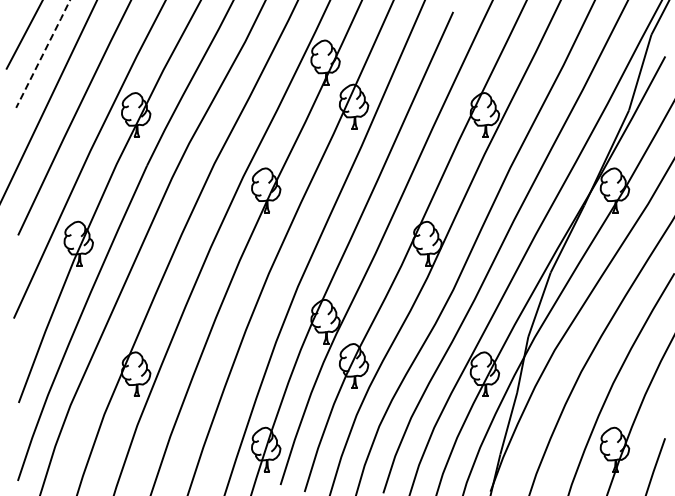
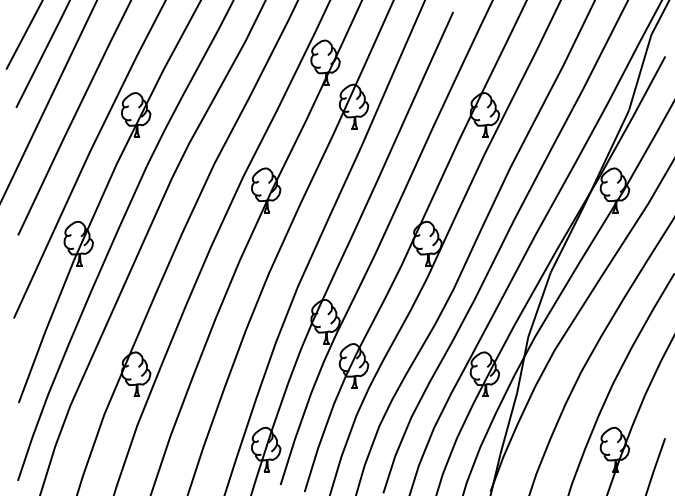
line at (43, 53): dashed -> solid
